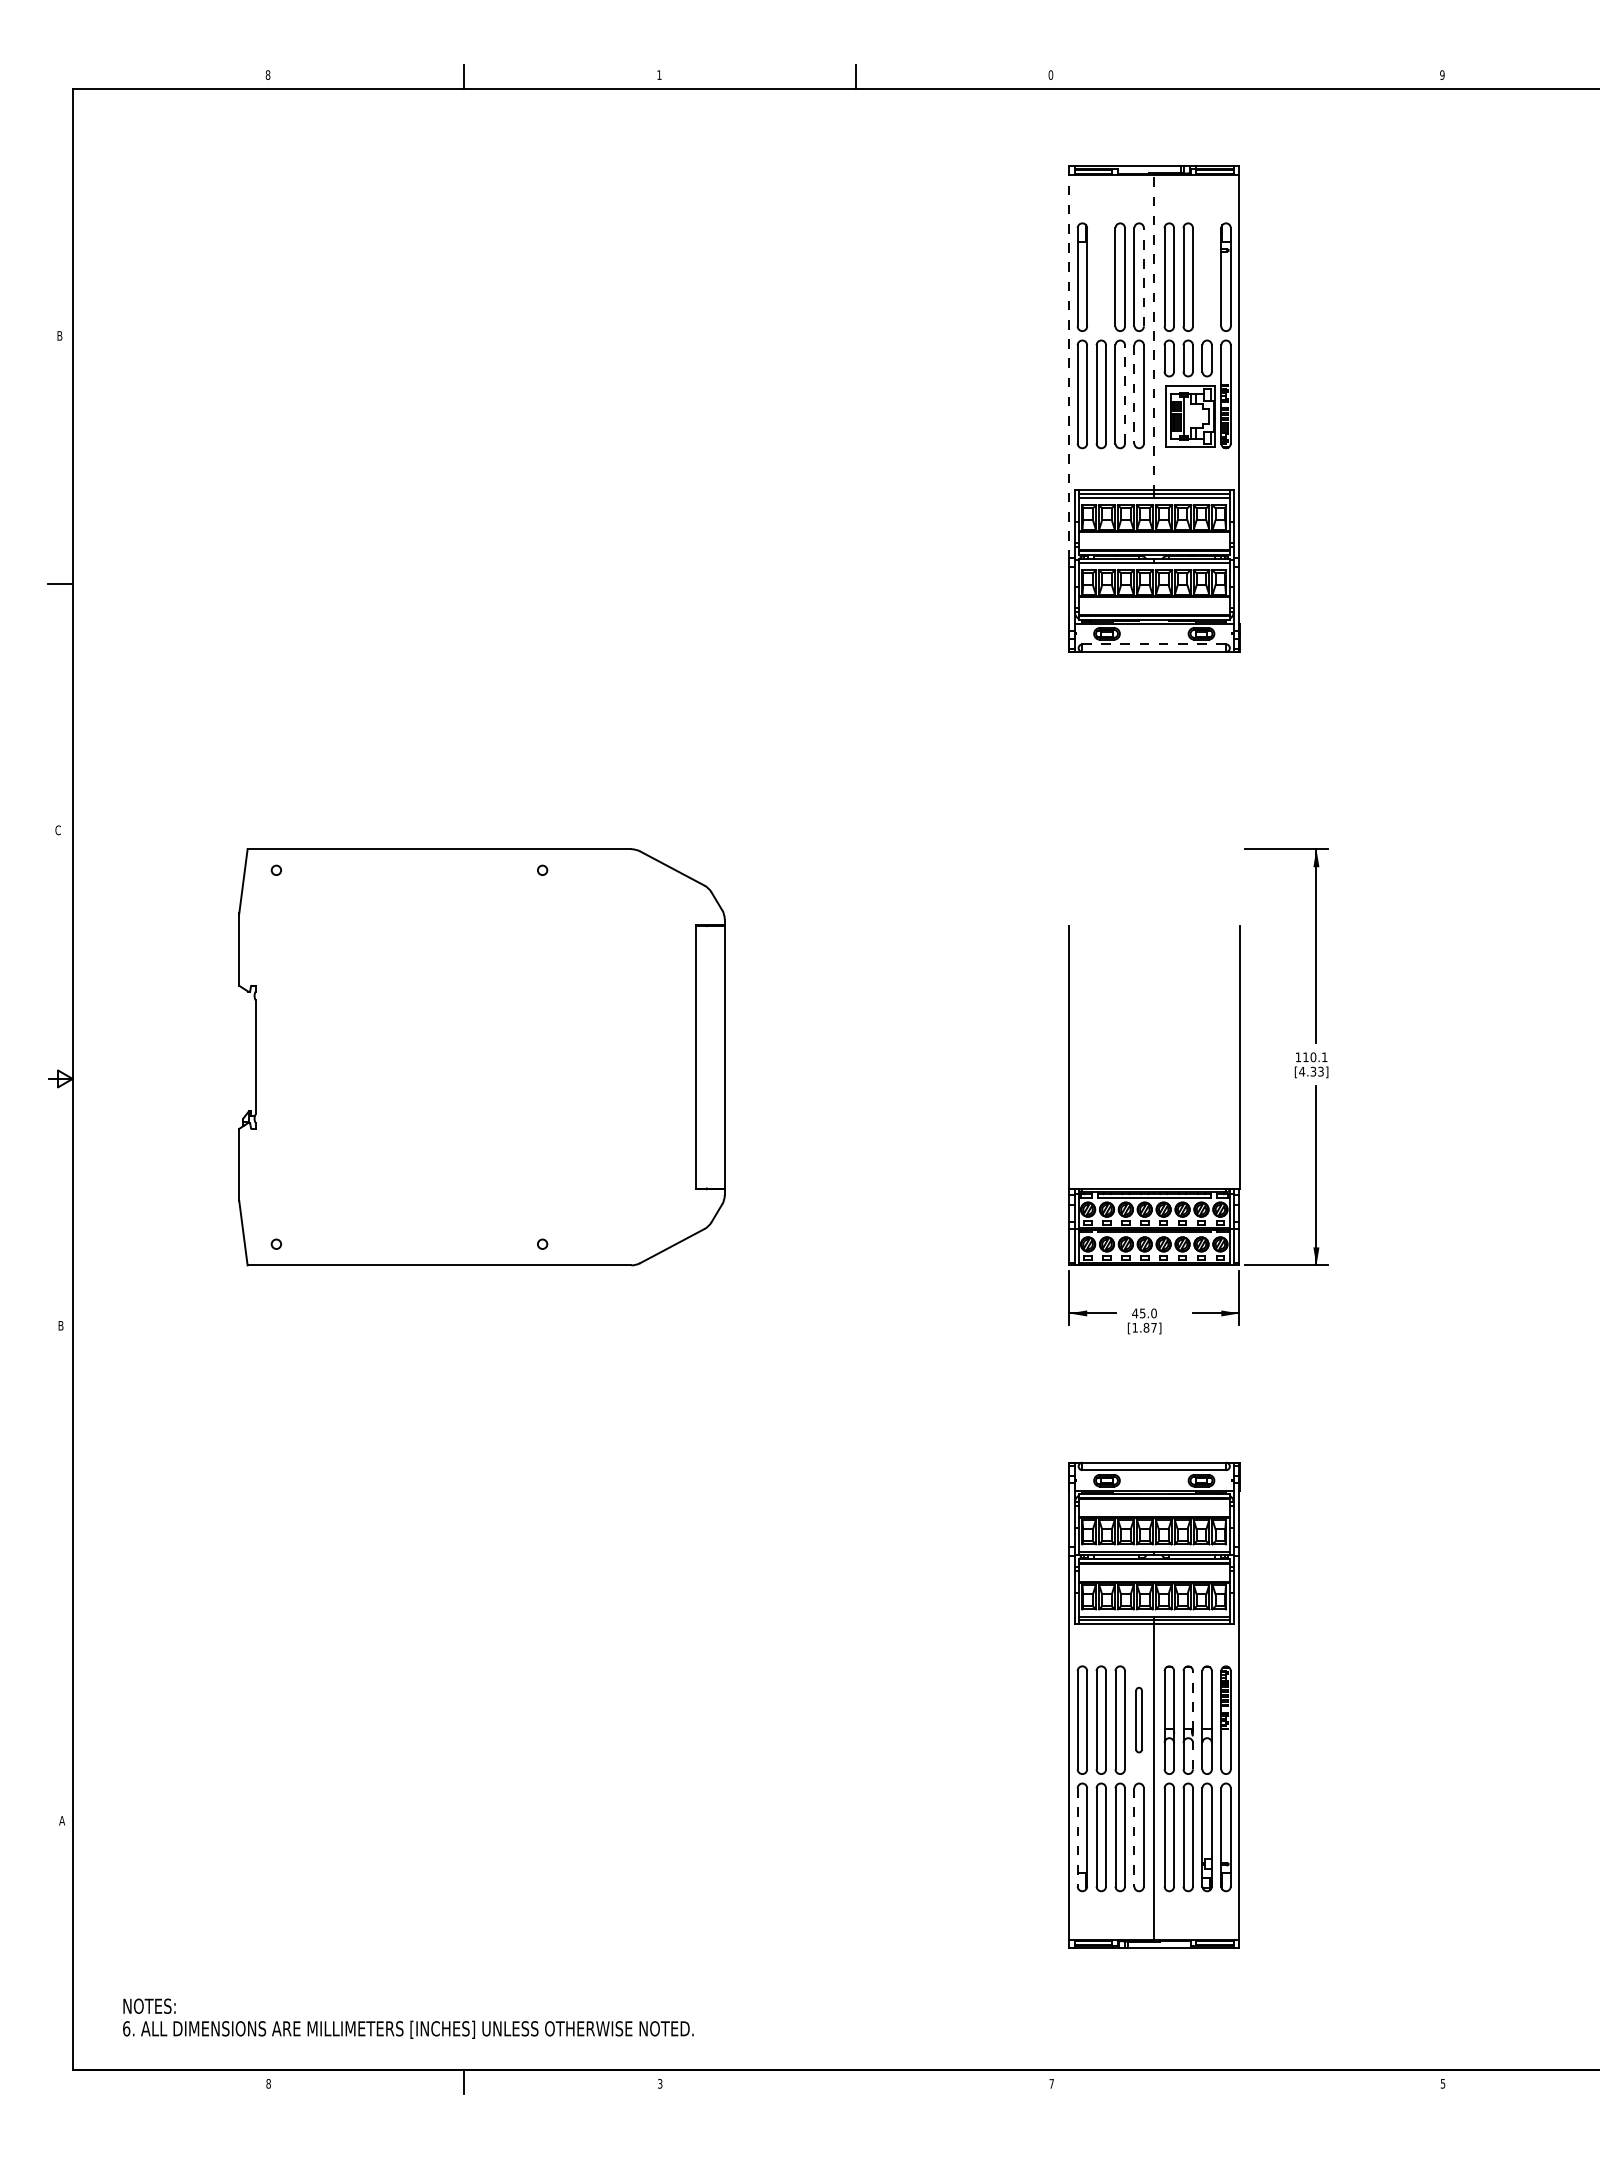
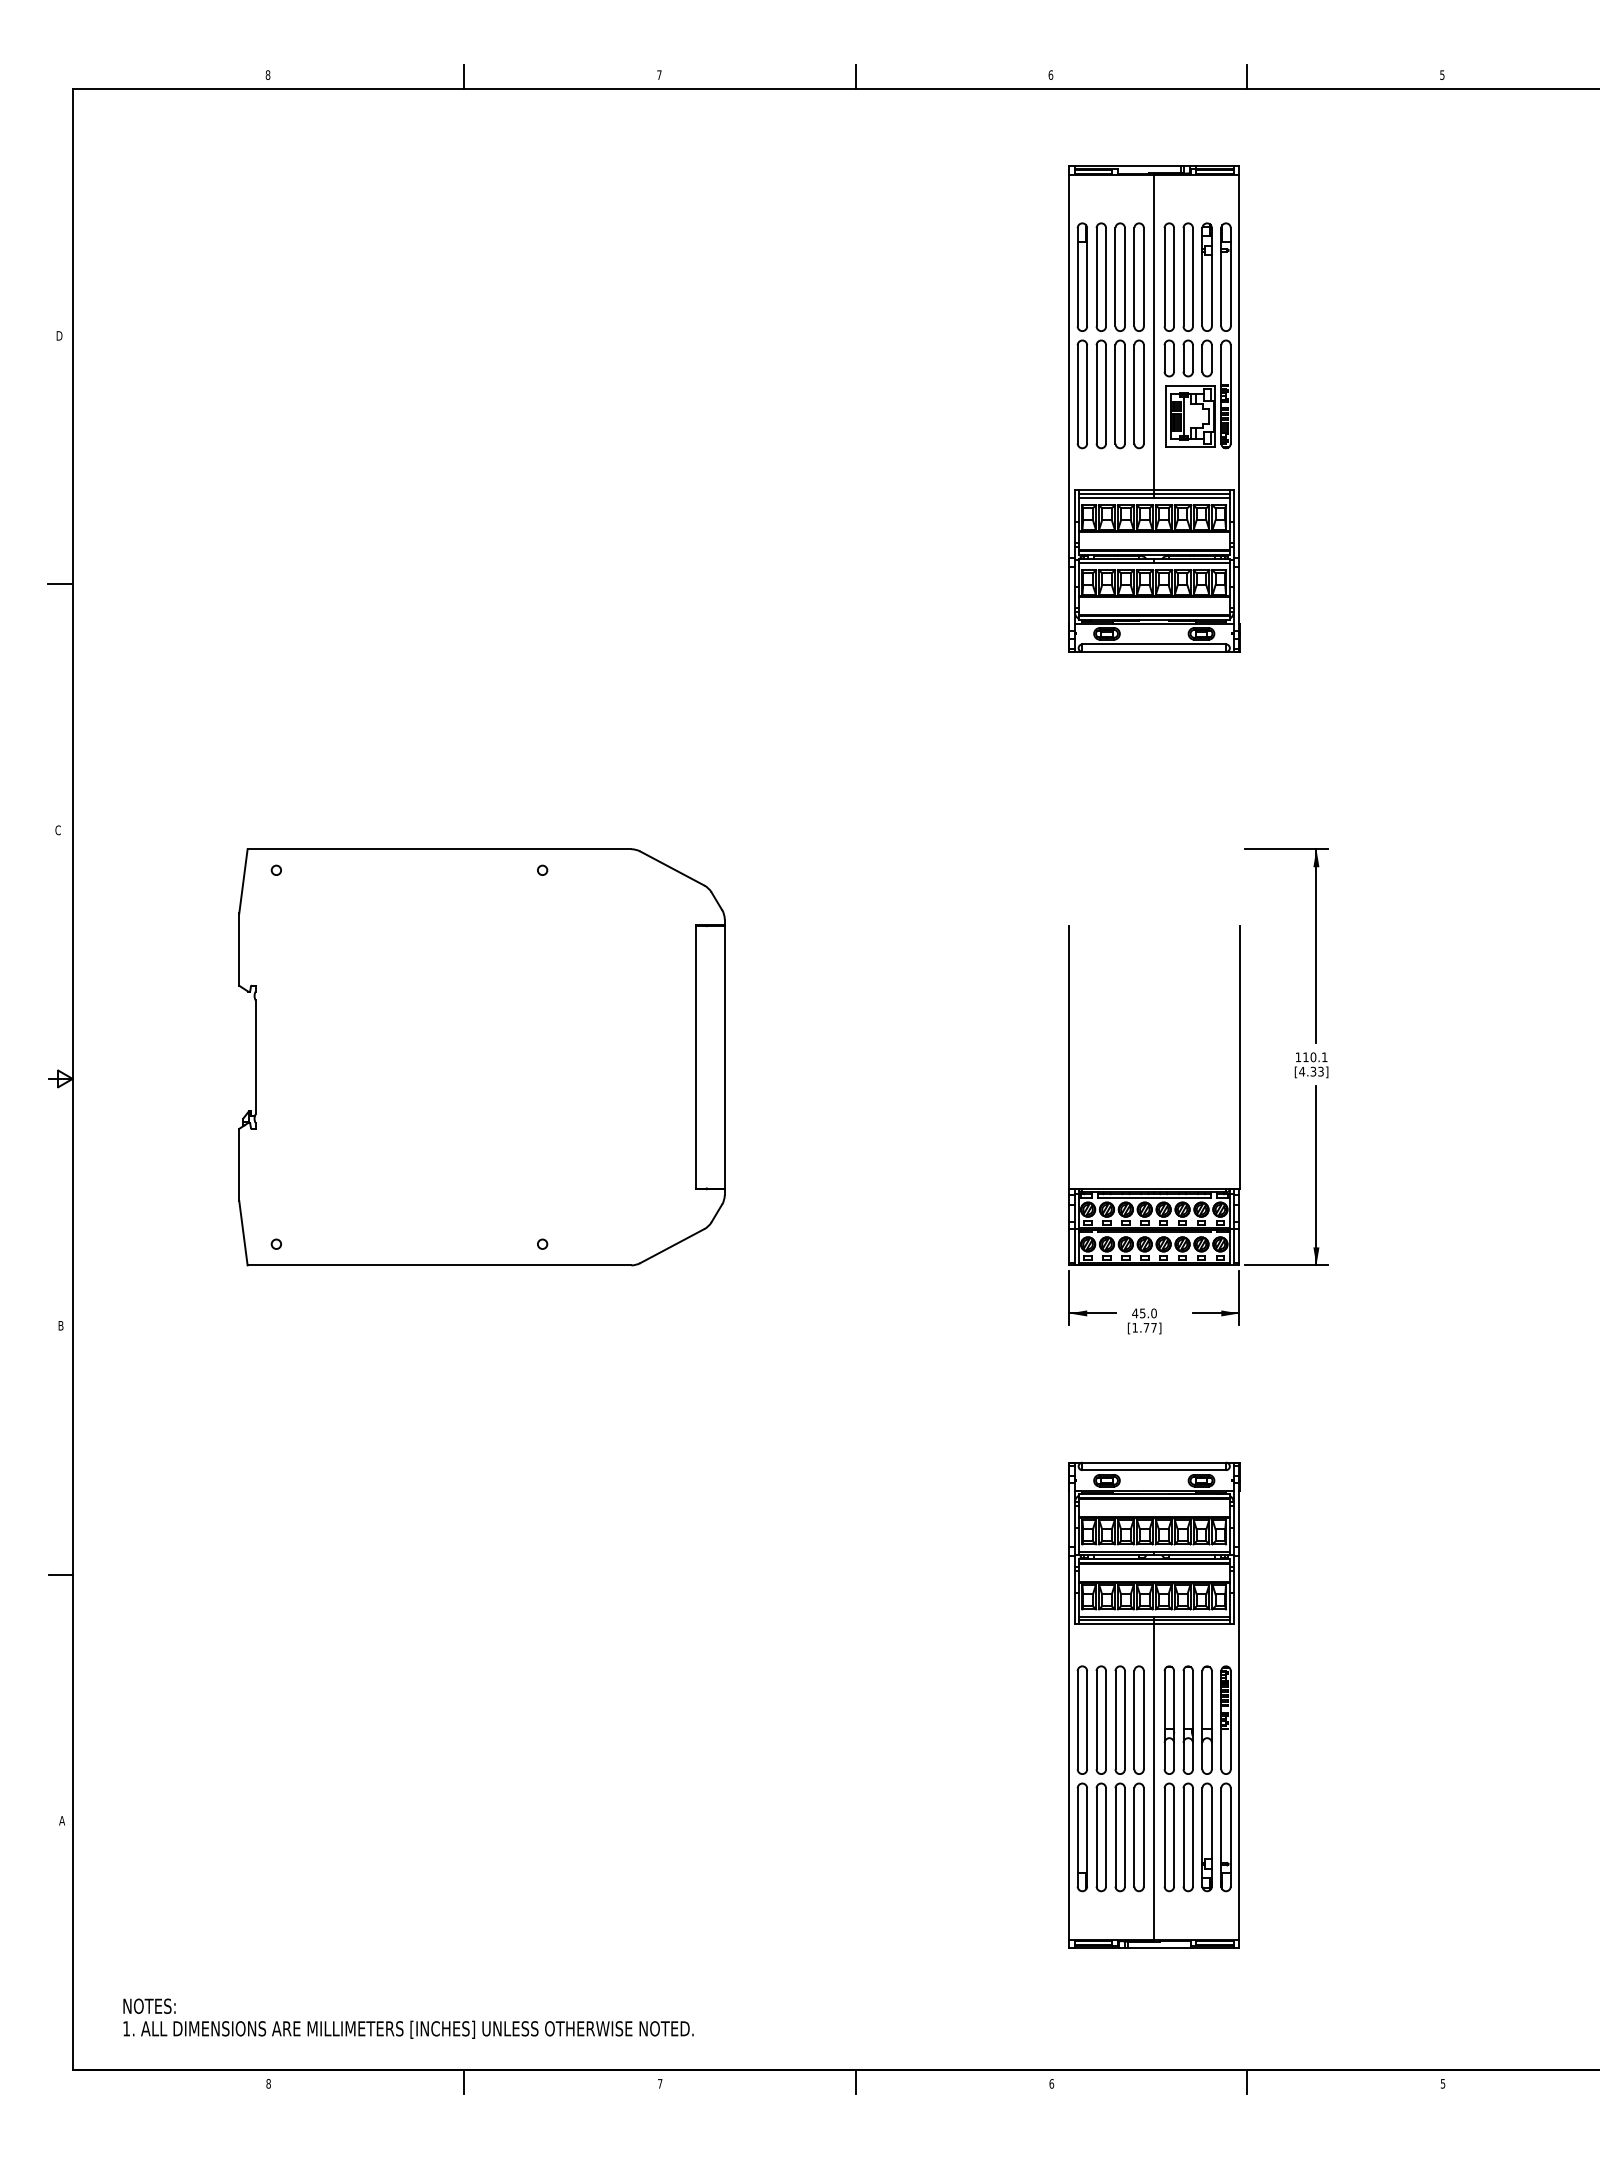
text at (659, 74): 1 -> 7
text at (1050, 74): 0 -> 6
text at (1442, 74): 9 -> 5
line at (1247, 76): none -> present
part at (1100, 276): none -> present
line at (1143, 276): dashed -> solid
part at (1206, 276): none -> present
line at (1154, 333): dashed -> solid
text at (59, 335): B -> D
line at (1069, 362): dashed -> solid
line at (1124, 393): dashed -> solid
line at (1134, 394): dashed -> solid
line at (1154, 644): dashed -> solid
text at (1146, 1327): [1.87] -> [1.77]
line at (60, 1574): none -> present
part at (1138, 1719) size: 8x68 px -> 12x110 px
line at (1193, 1719): dashed -> solid
line at (1077, 1837): dashed -> solid
line at (1134, 1837): dashed -> solid
text at (126, 2028): 6. -> 1.
line at (1247, 2081): none -> present
line at (855, 2082): none -> present
text at (660, 2083): 3 -> 7
text at (1051, 2083): 7 -> 6
